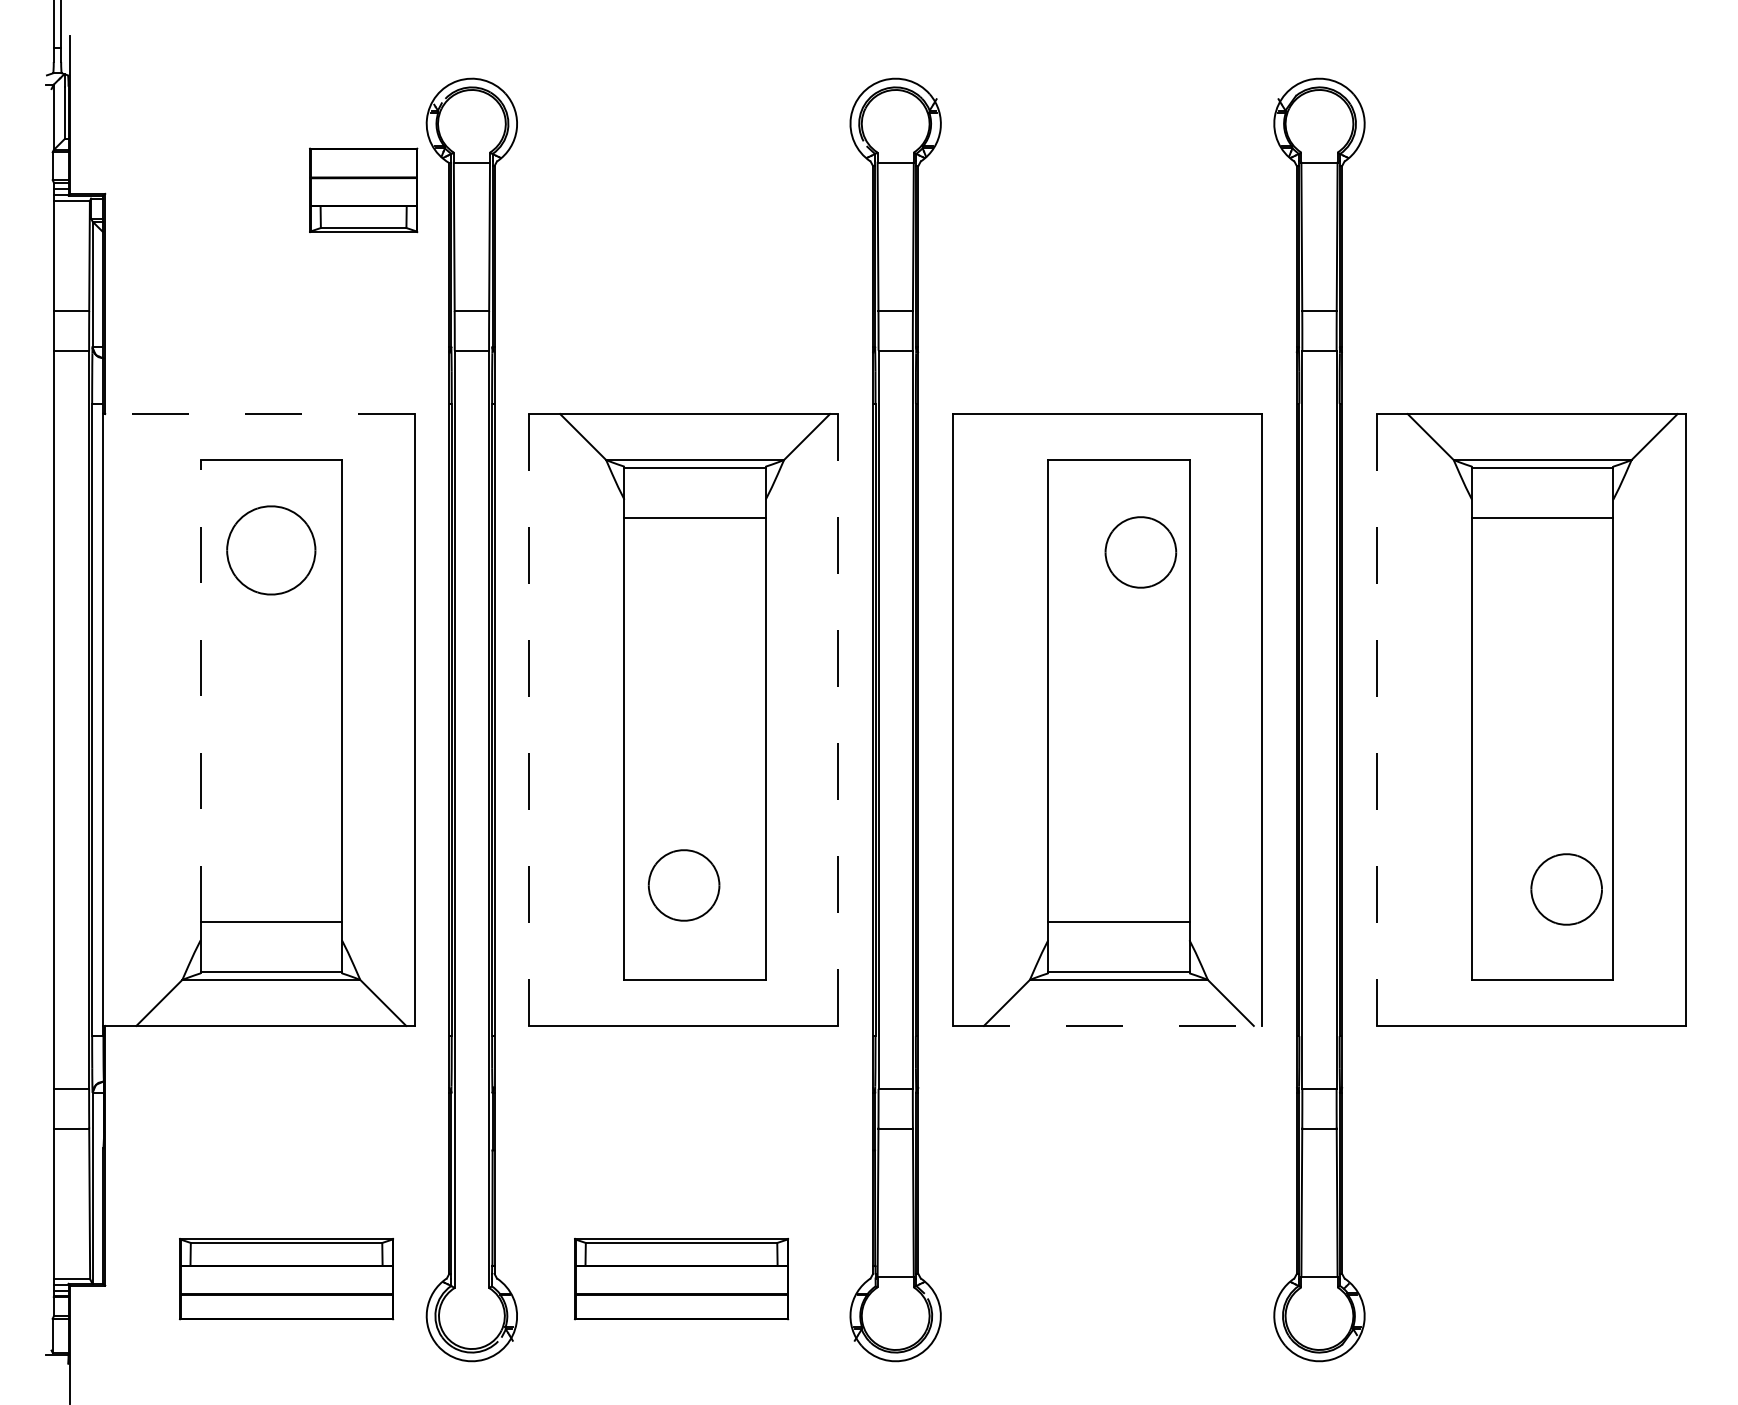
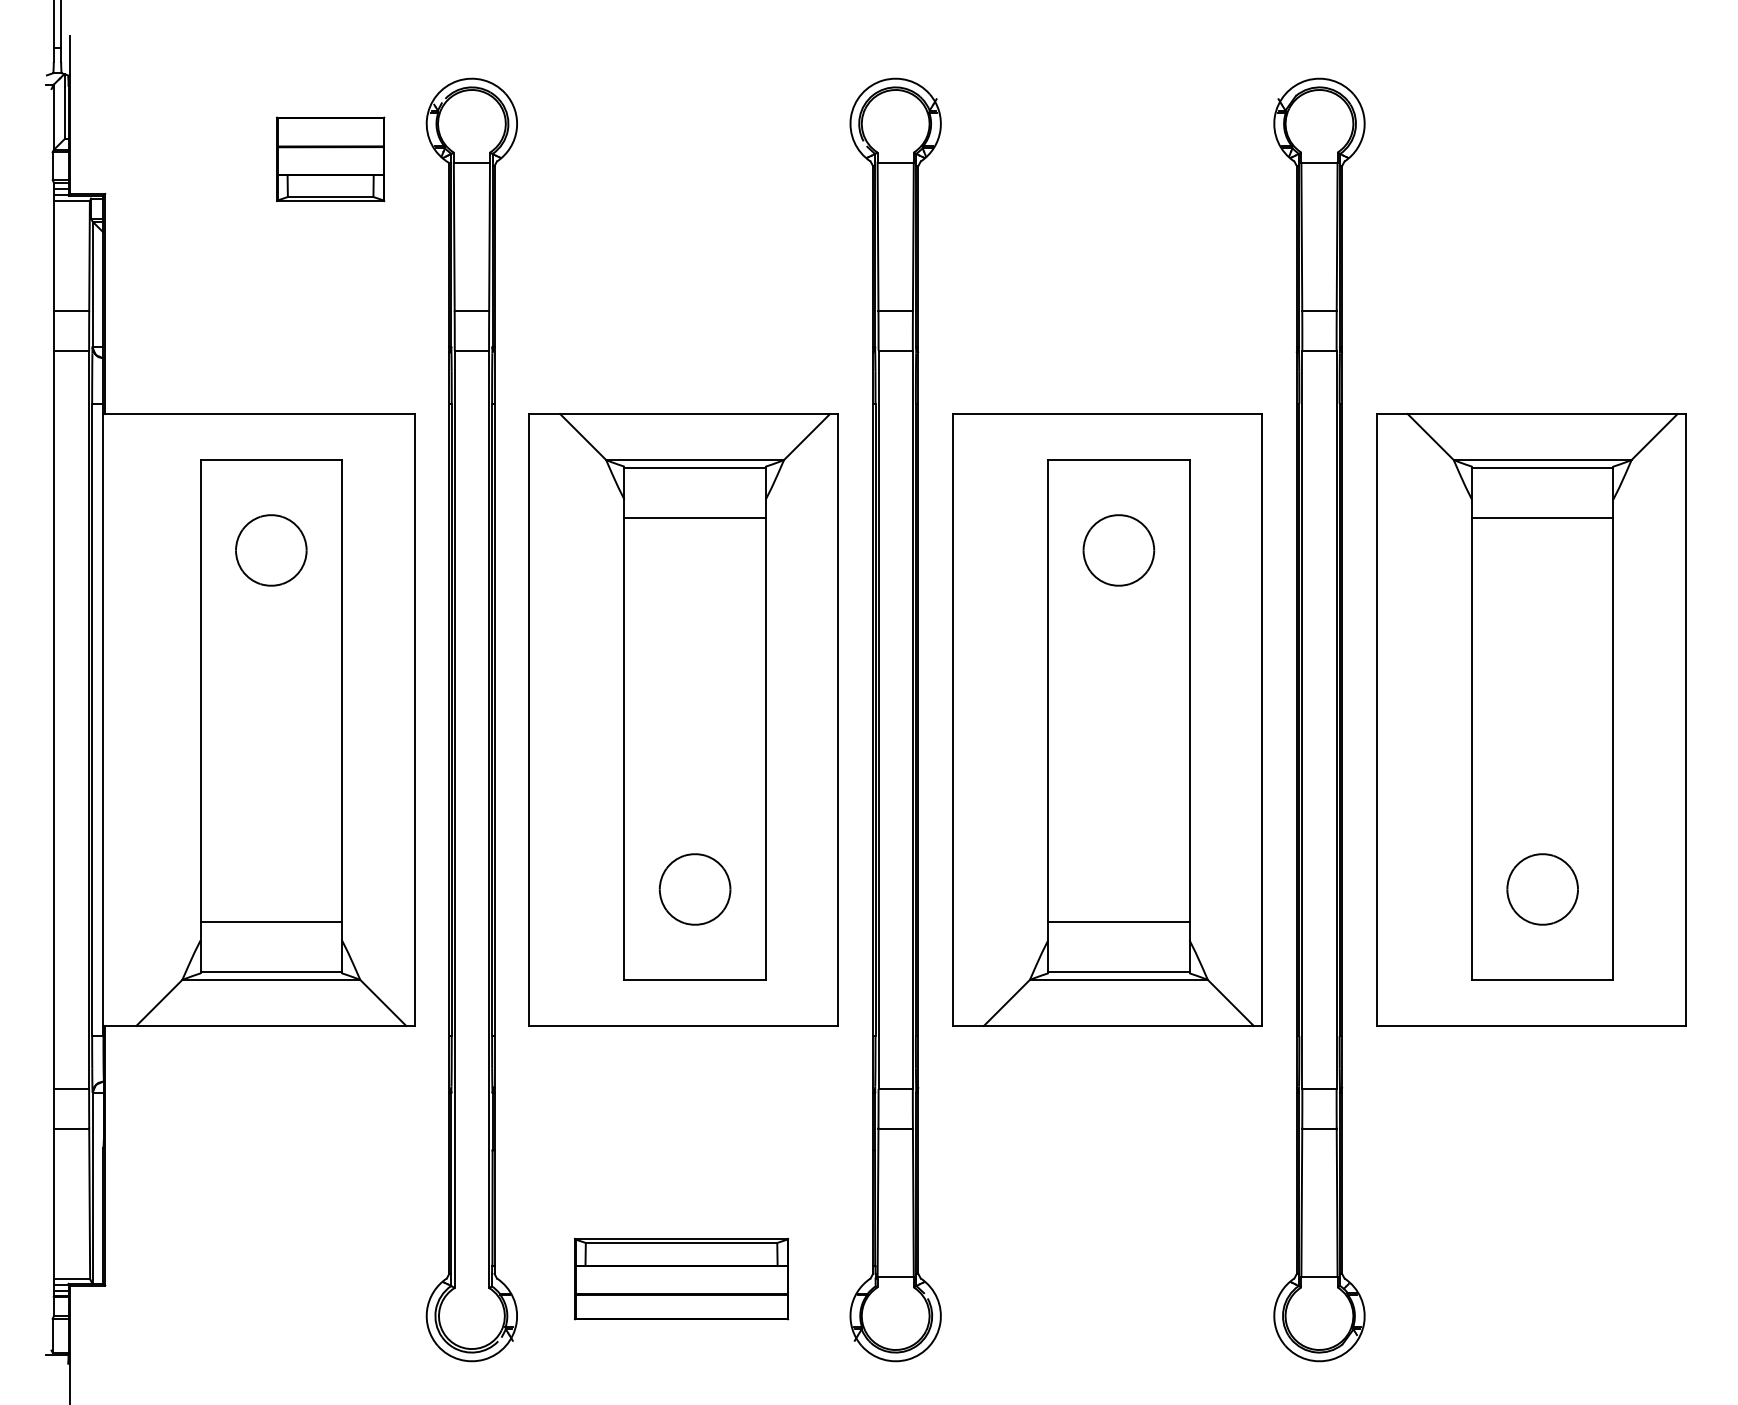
part at (363, 190) position: (363, 190) -> (330, 159)
line at (259, 414): dashed -> solid
part at (271, 550) size: 91x91 px -> 73x73 px
part at (1140, 552) position: (1140, 552) -> (1118, 550)
line at (200, 690): dashed -> solid
line at (529, 720): dashed -> solid
line at (838, 720): dashed -> solid
line at (1376, 720): dashed -> solid
part at (683, 885) position: (683, 885) -> (694, 889)
part at (1566, 889) position: (1566, 889) -> (1542, 889)
line at (1108, 1025): dashed -> solid
part at (286, 1279): present -> none
